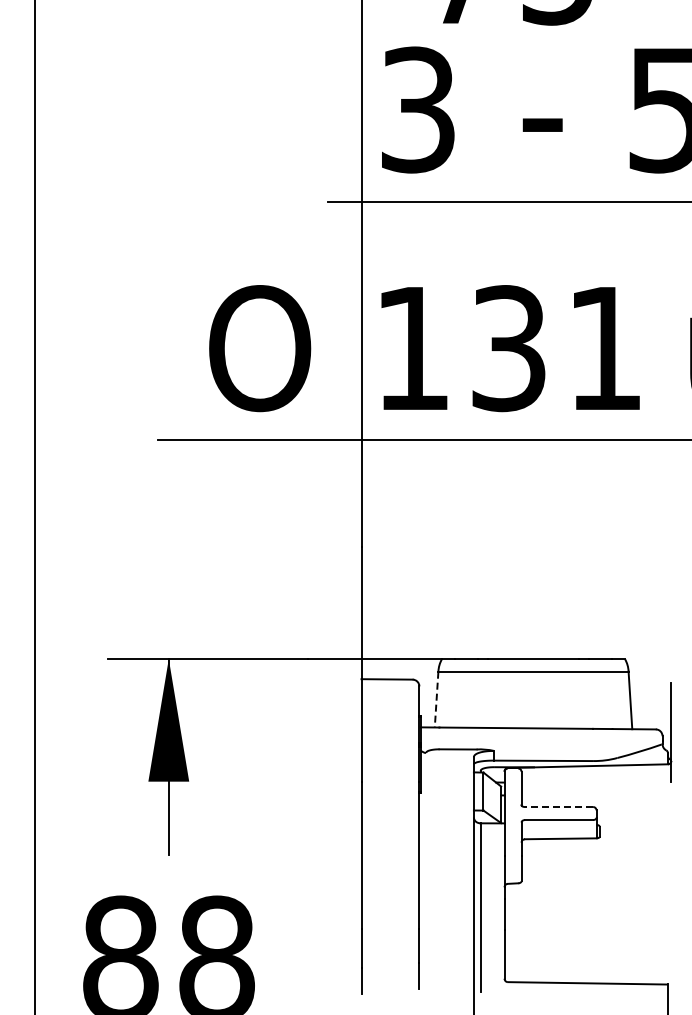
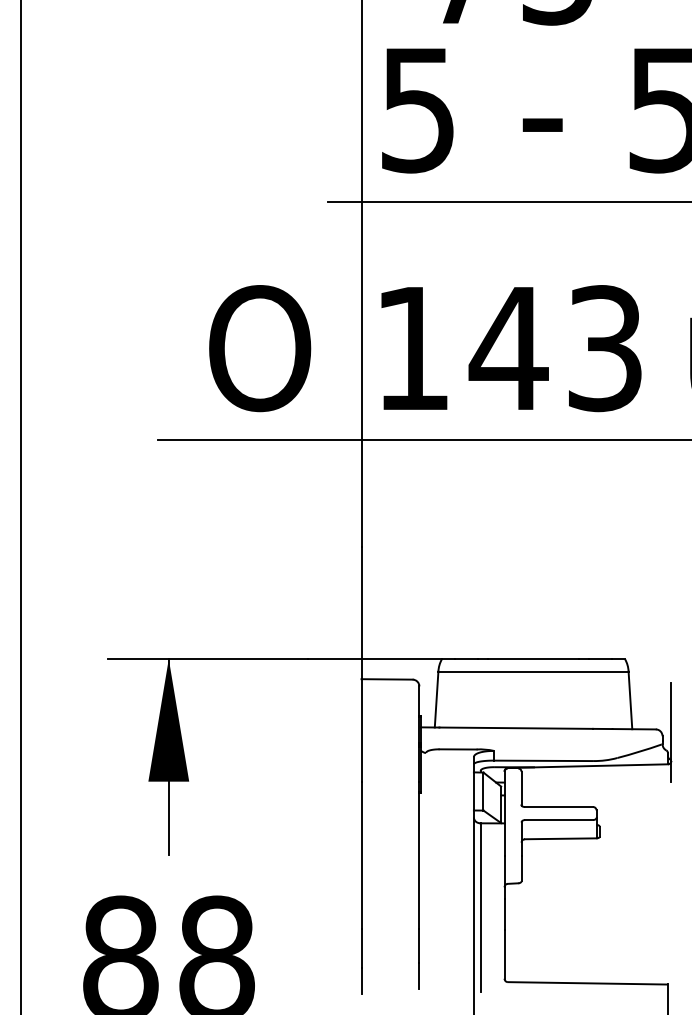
text at (418, 109): 3 -> 5
text at (554, 348): 131 -> 143
line at (34, 506) position: (34, 506) -> (20, 506)
line at (436, 699): dashed -> solid
line at (558, 807): dashed -> solid
